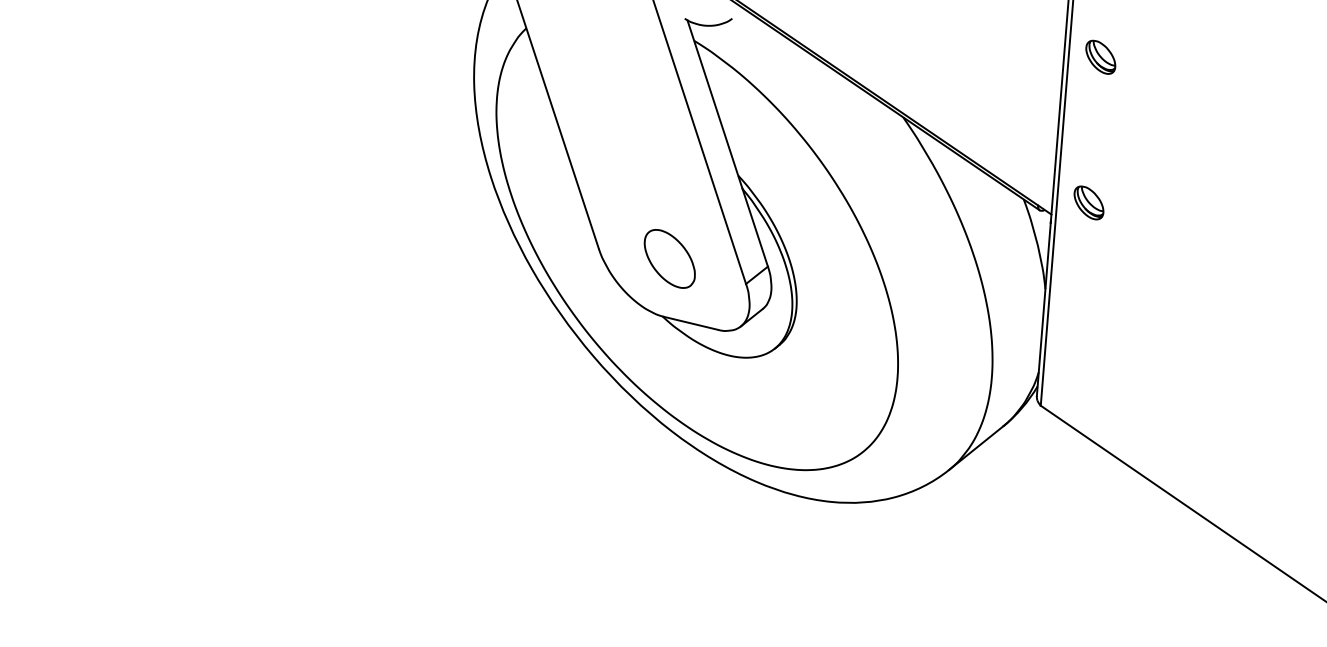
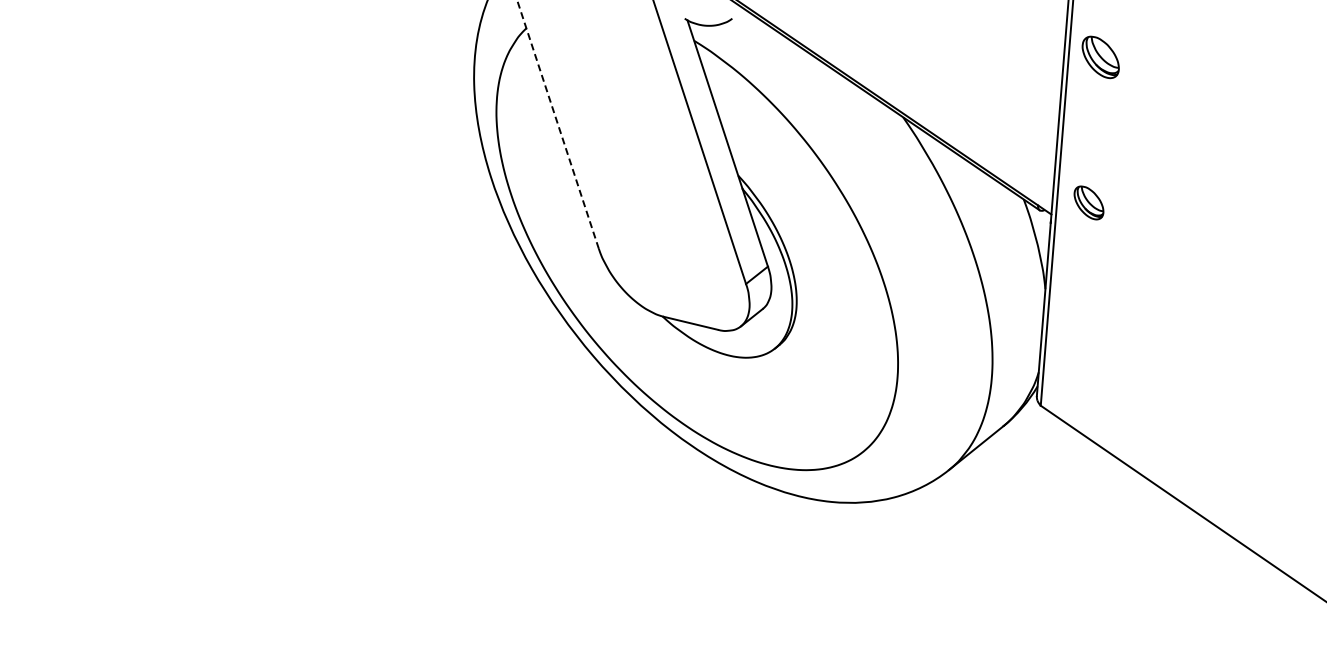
part at (1100, 56) size: 32x36 px -> 39x45 px
line at (558, 125): solid -> dashed
part at (669, 258): present -> none
